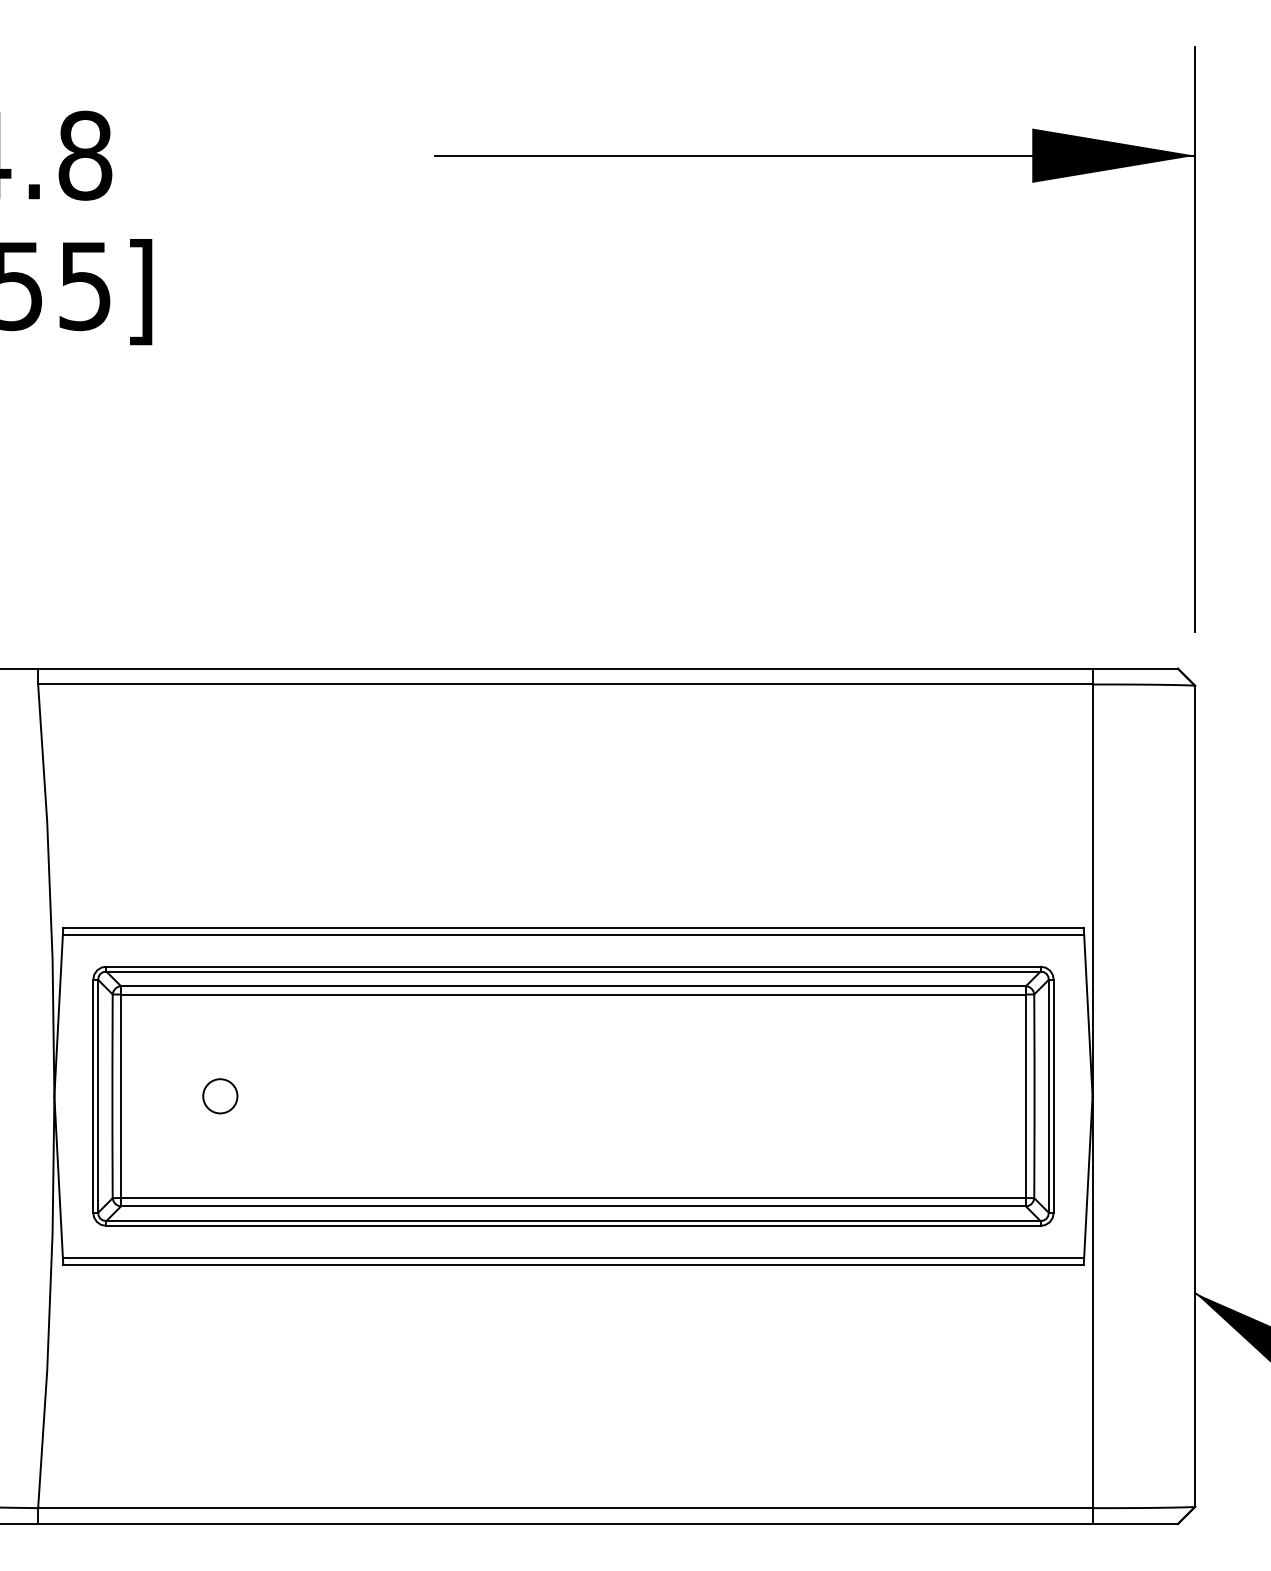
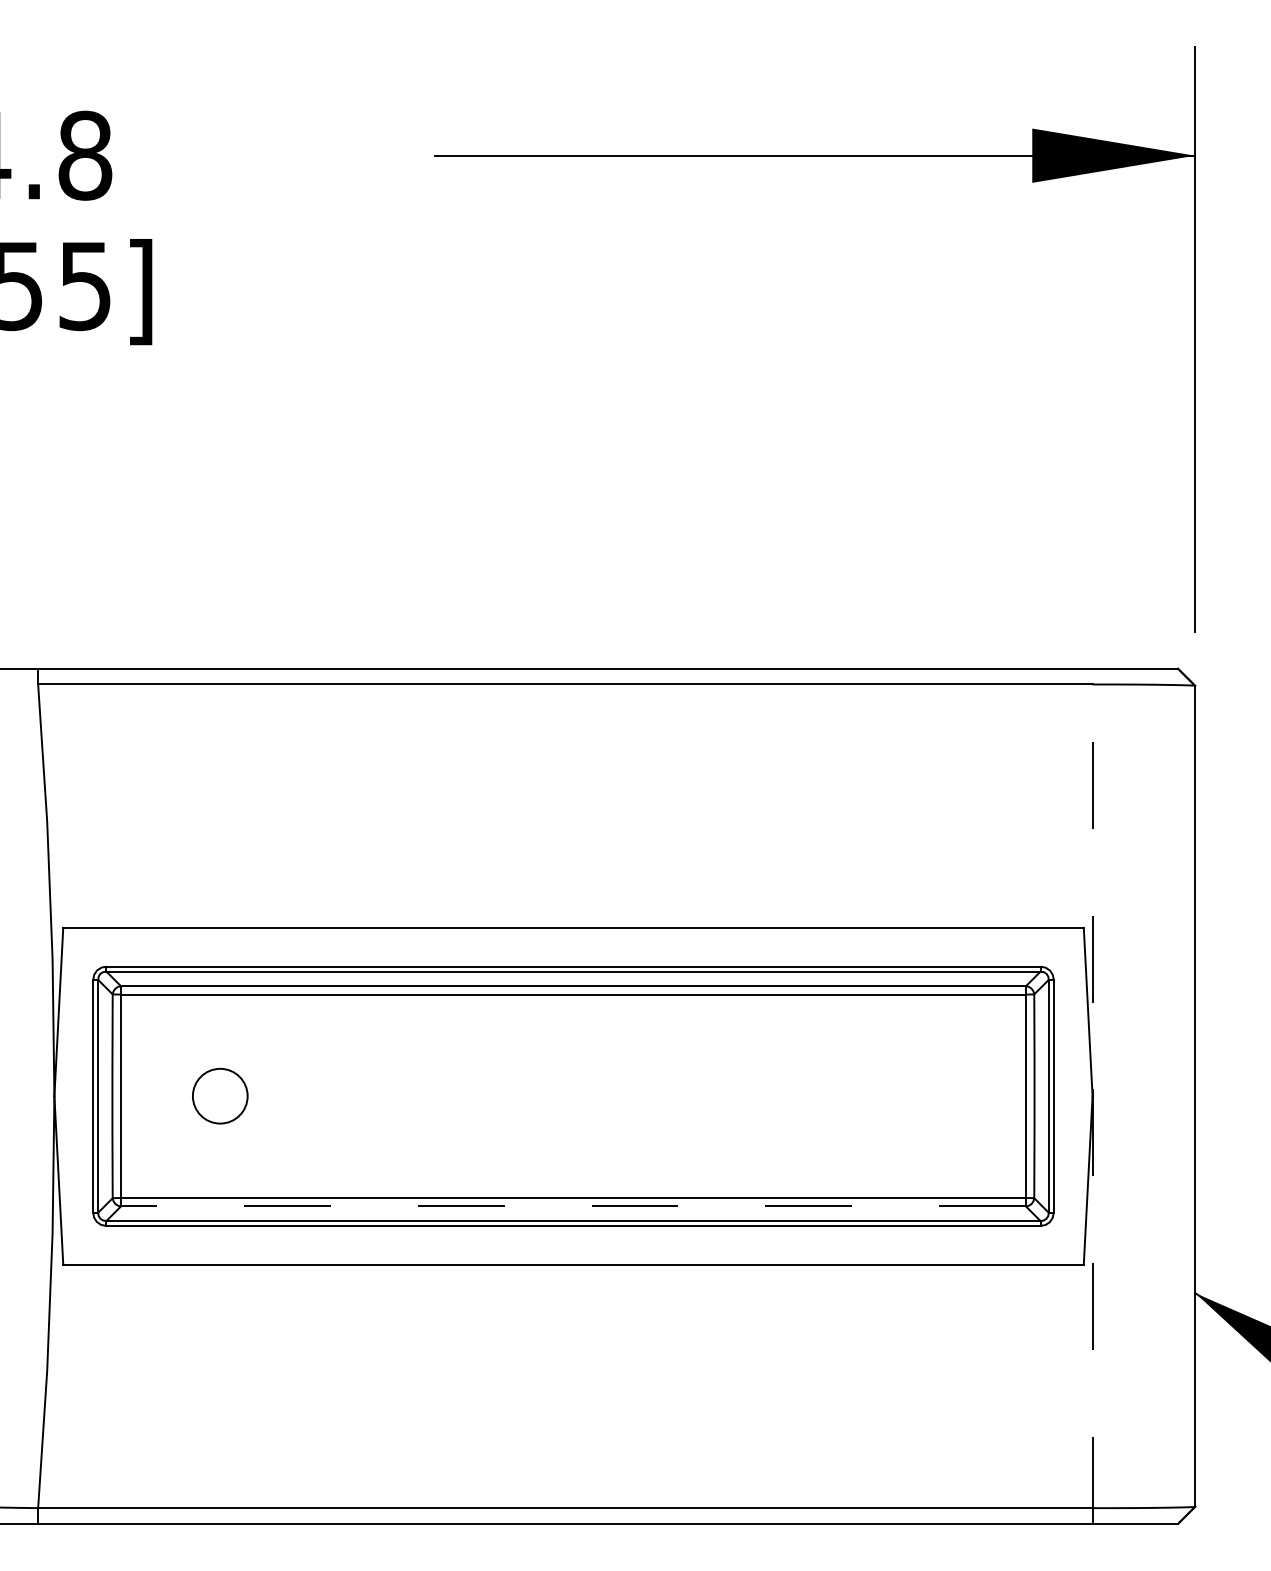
line at (573, 934): present -> none
circle at (220, 1096) size: 37x37 px -> 57x58 px
line at (1092, 1096): solid -> dashed
line at (573, 1206): solid -> dashed
line at (573, 1257): present -> none
